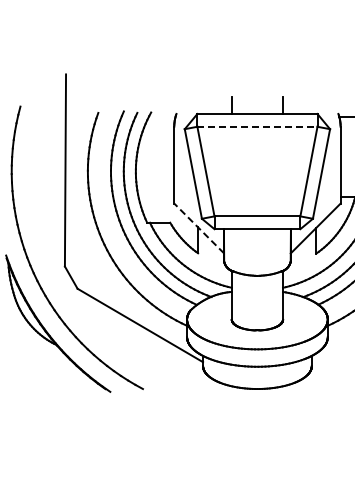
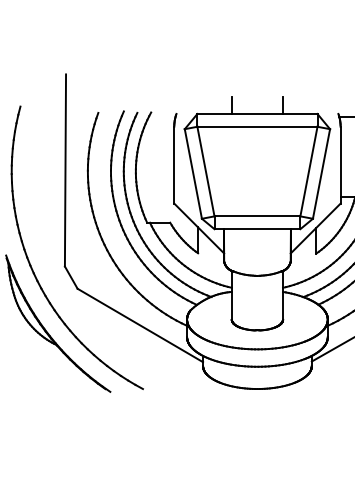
line at (257, 126): dashed -> solid
line at (198, 228): dashed -> solid
line at (331, 350): none -> present
